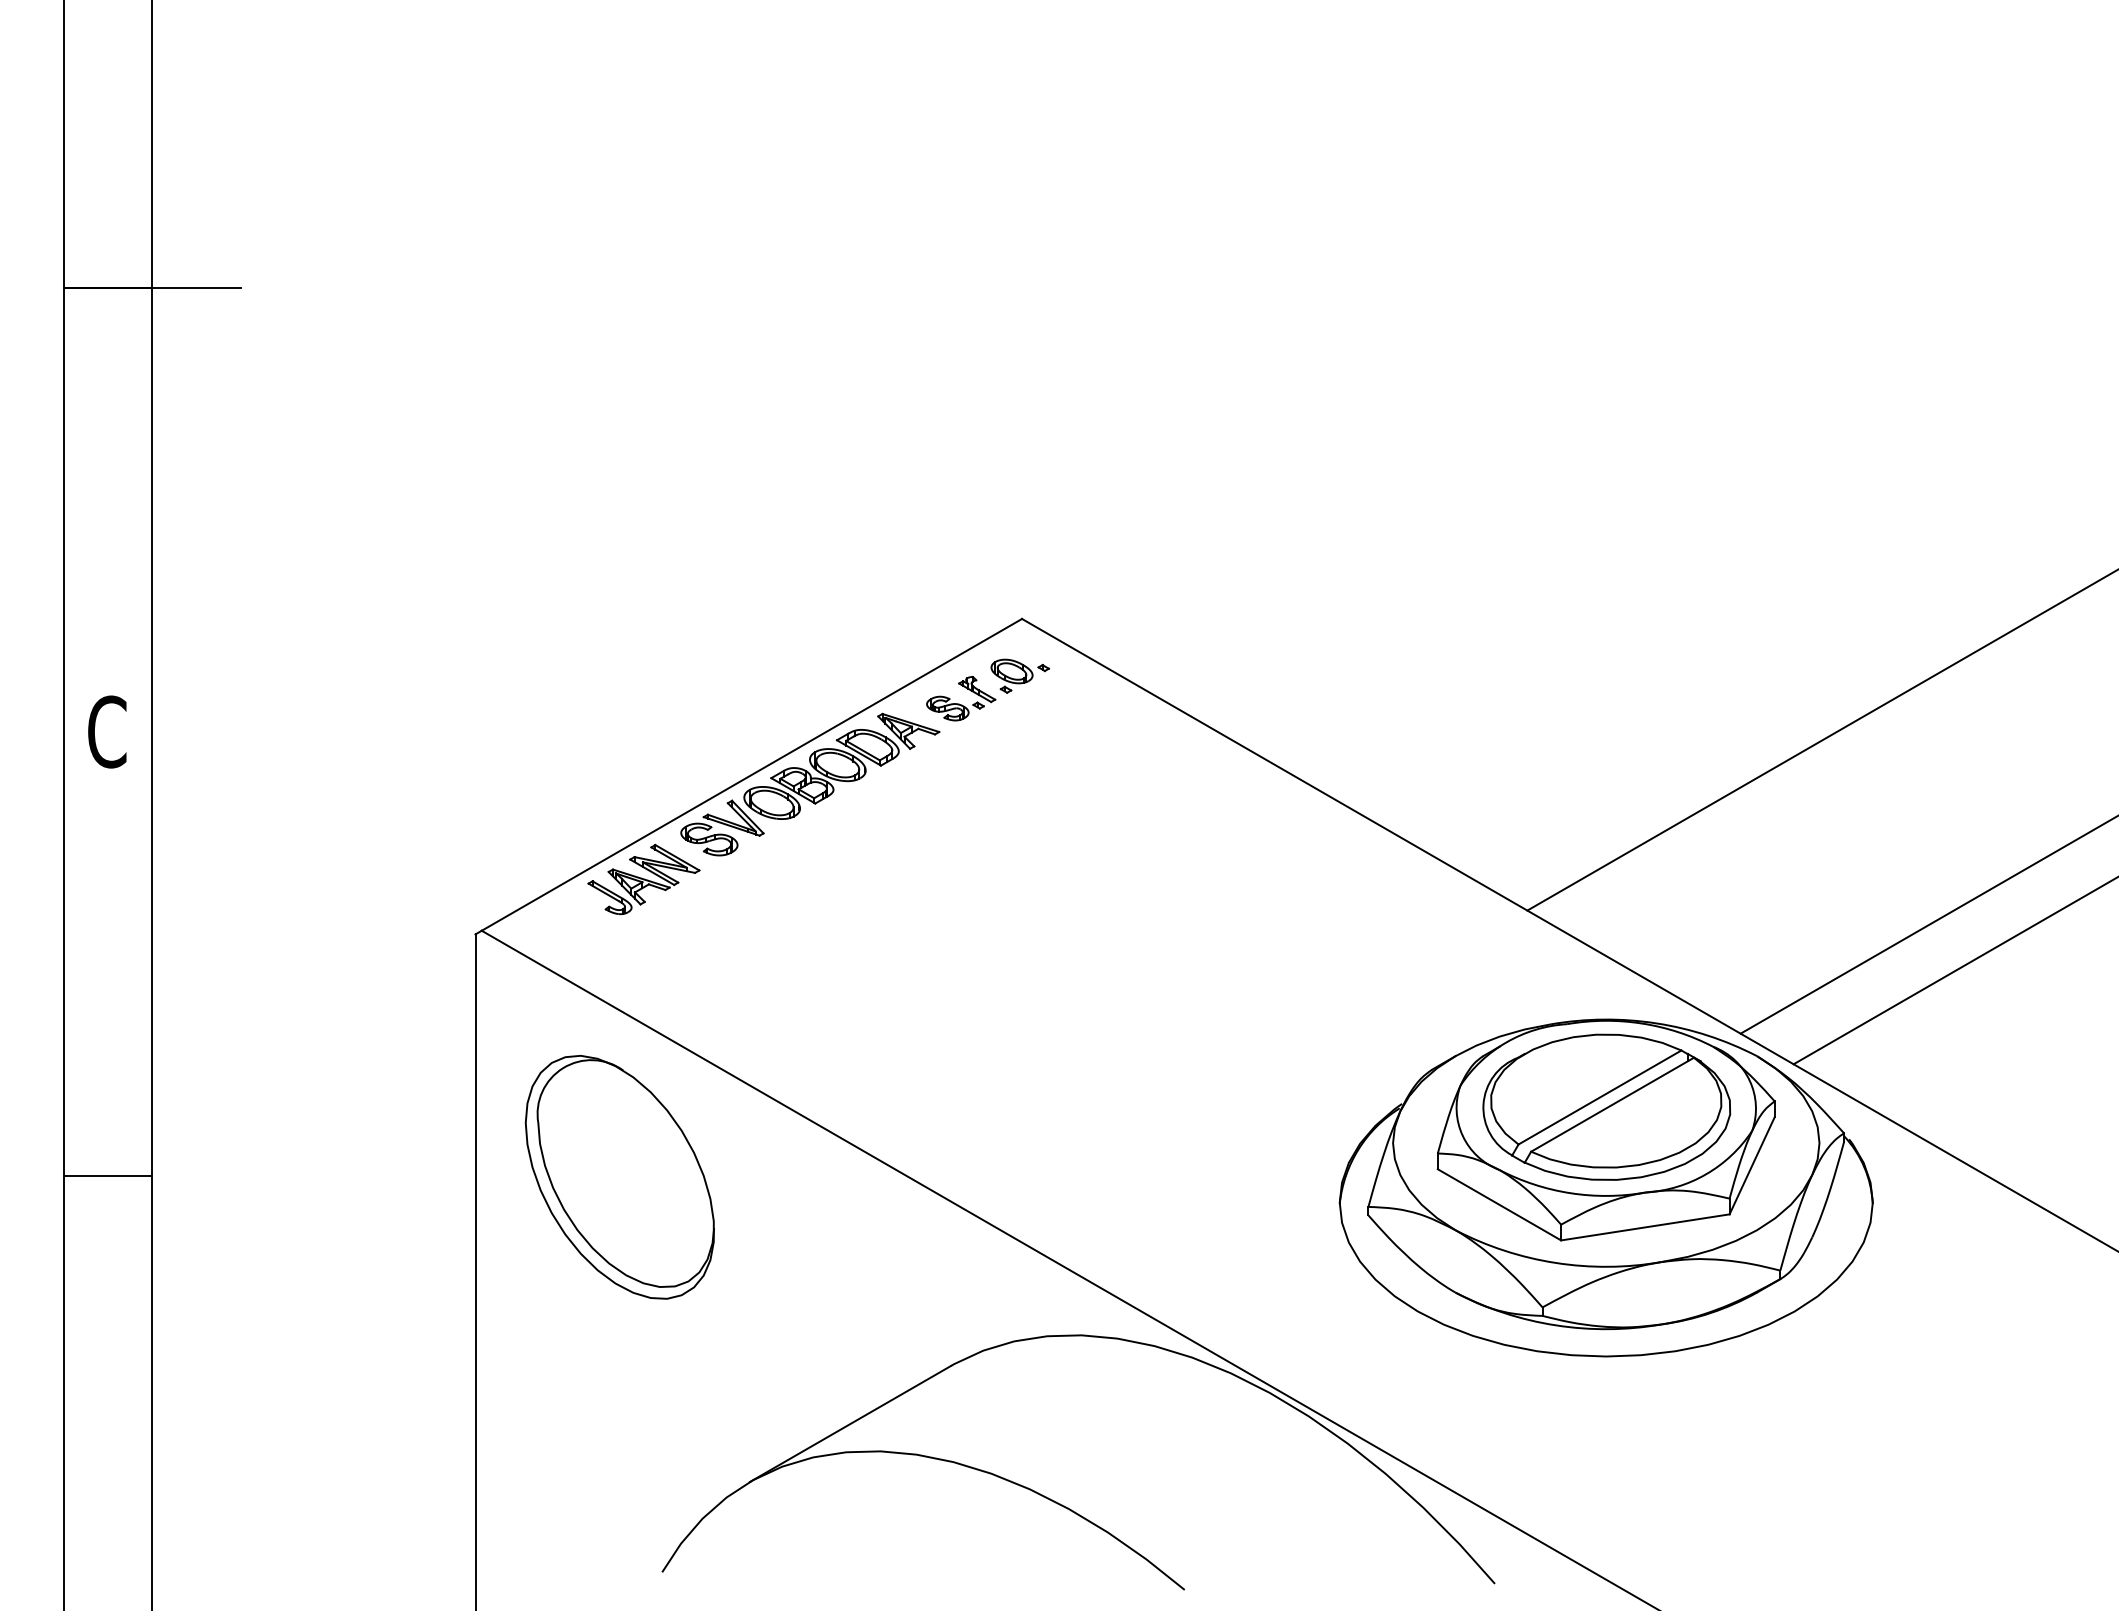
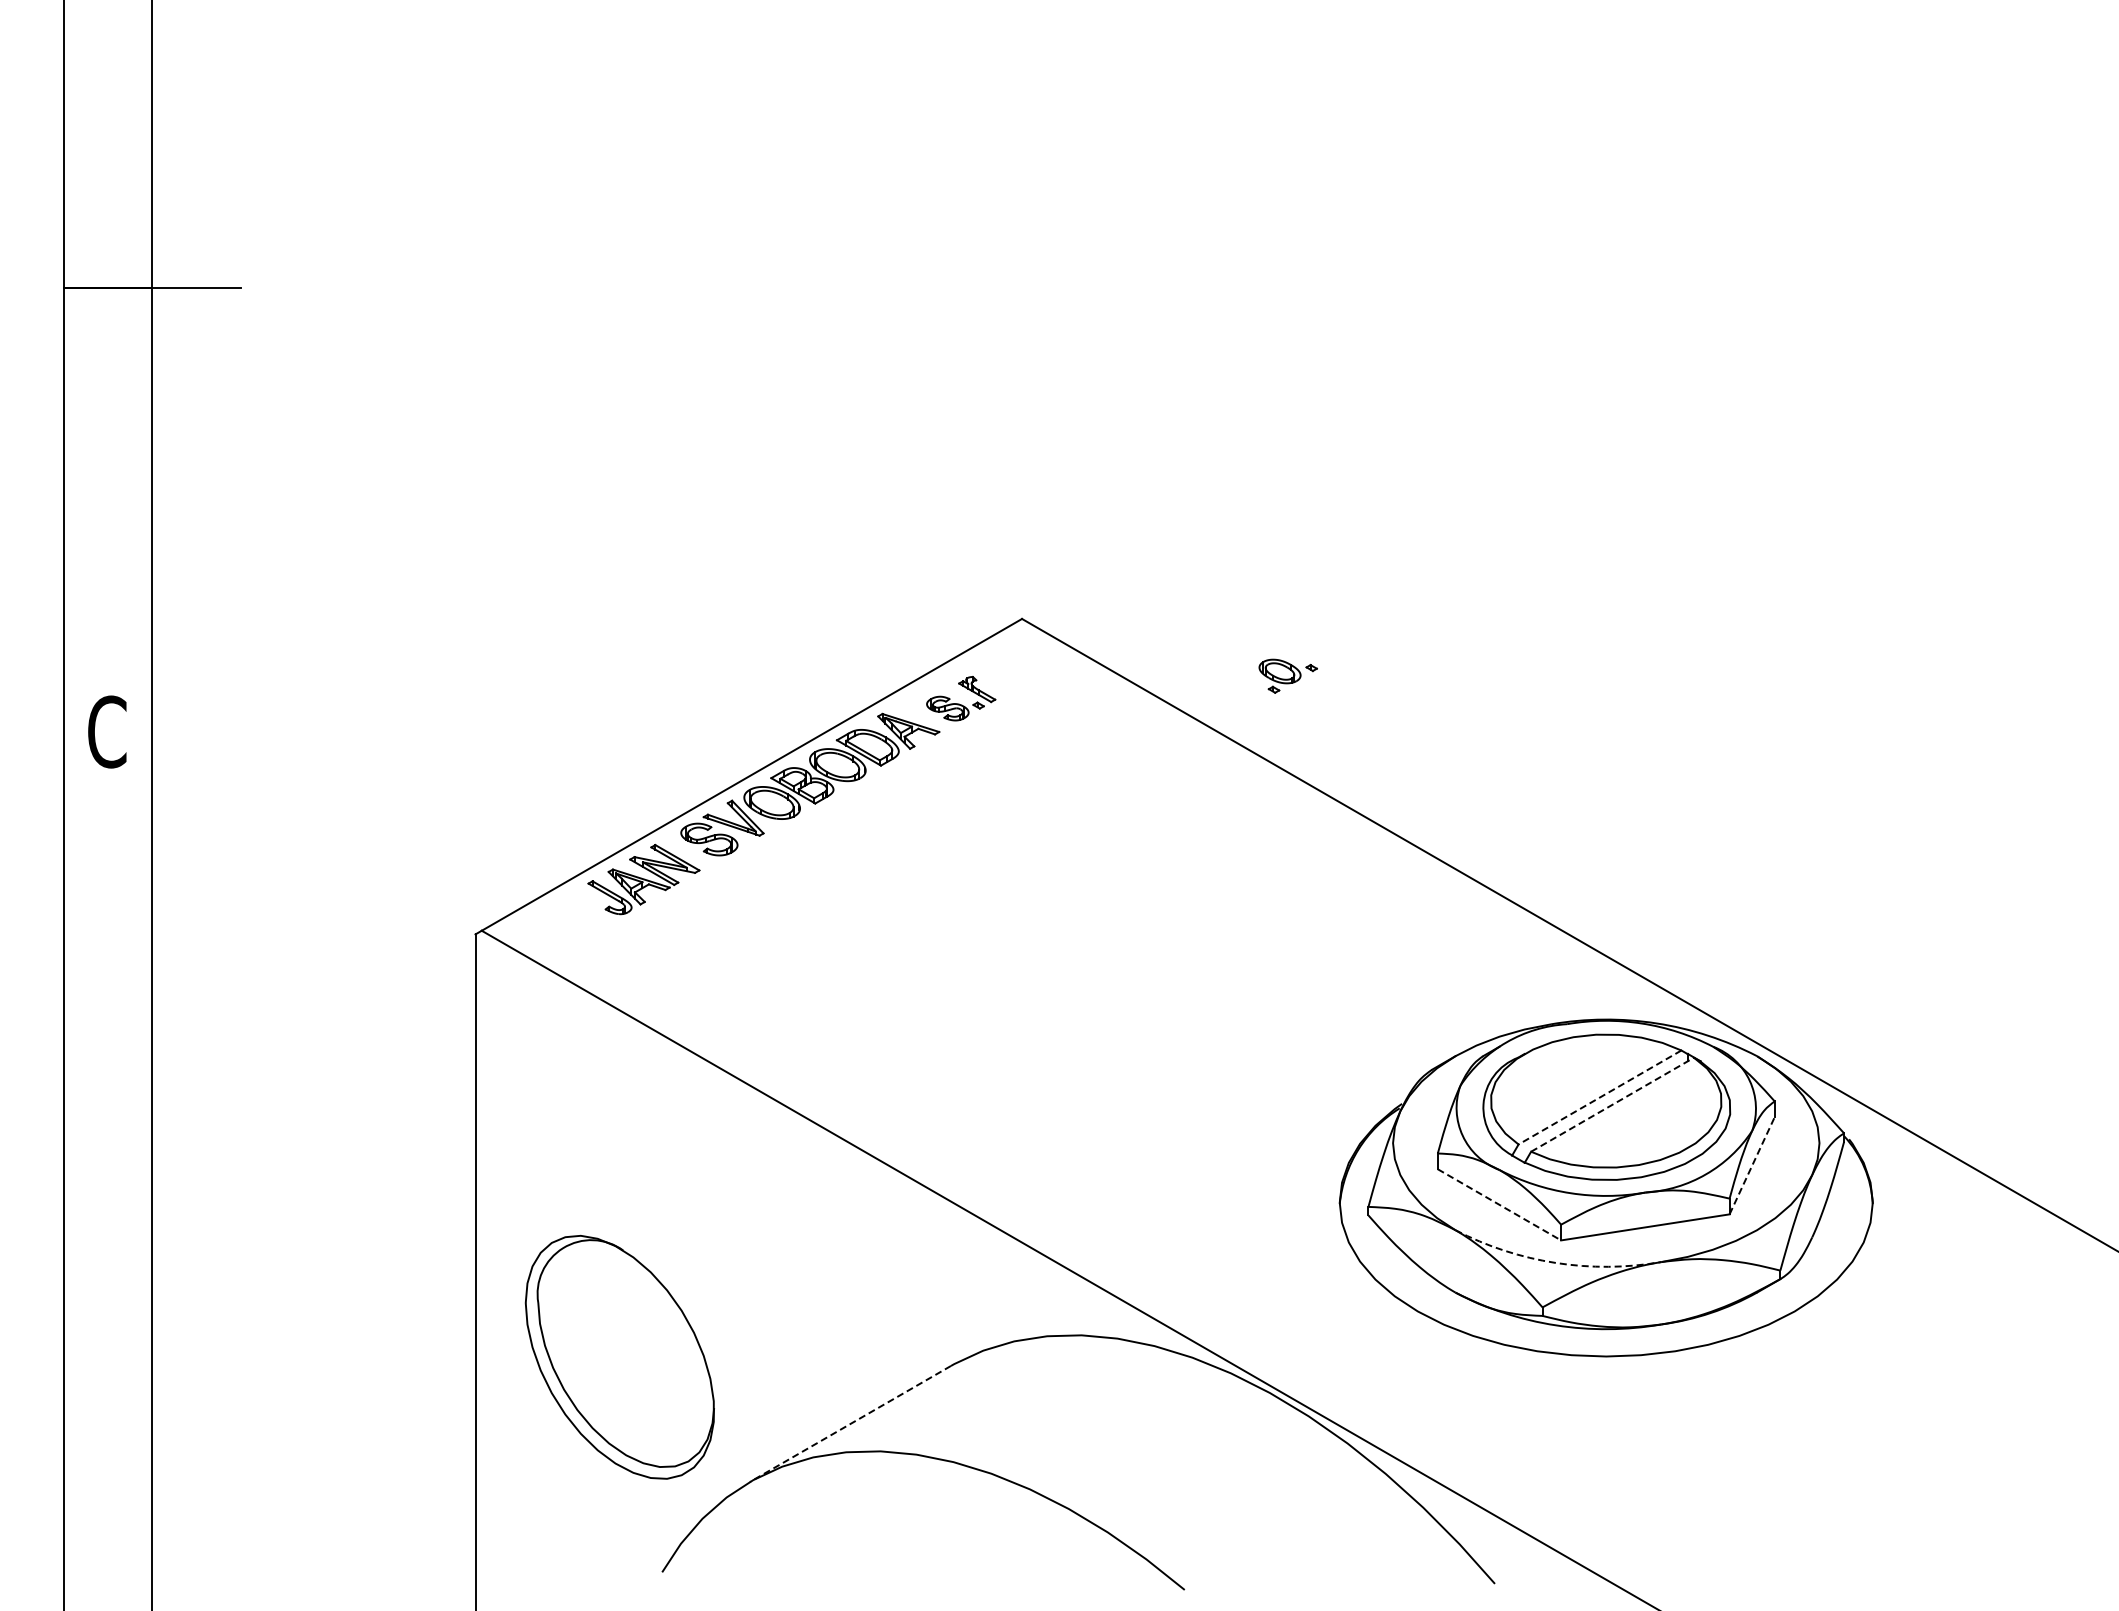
part at (1019, 675) position: (1019, 675) -> (1287, 675)
line at (1821, 740): present -> none
line at (1927, 925): present -> none
line at (1954, 971): present -> none
line at (1599, 1097): solid -> dashed
line at (1612, 1104): solid -> dashed
line at (1752, 1165): solid -> dashed
line at (107, 1175): present -> none
part at (619, 1176) position: (619, 1176) -> (619, 1356)
line at (1499, 1205): solid -> dashed
arc at (1555, 1262): solid -> dashed
line at (850, 1424): solid -> dashed
